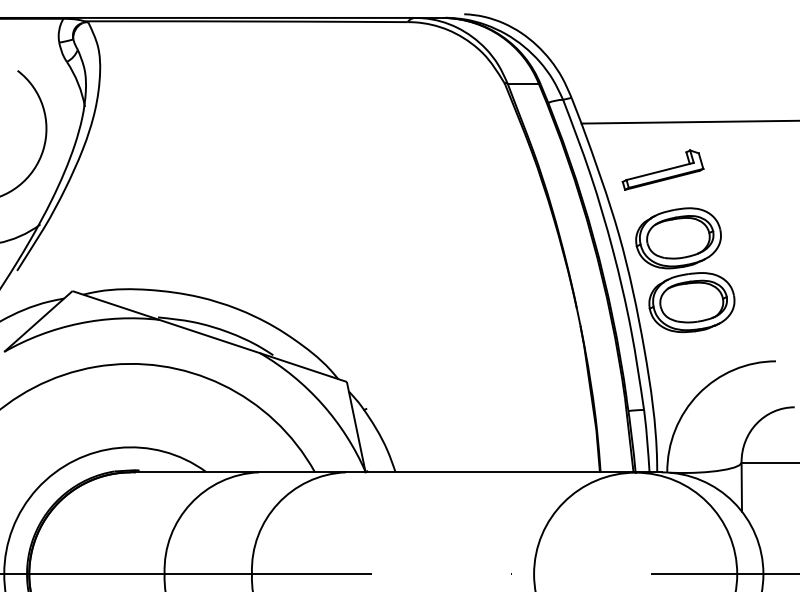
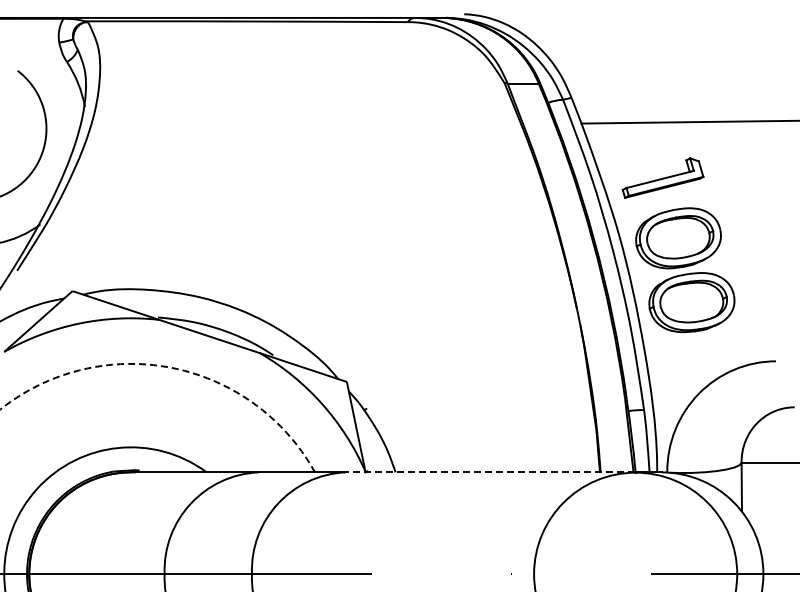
part at (662, 169) position: (662, 169) -> (662, 177)
arc at (169, 367): solid -> dashed
line at (490, 472): solid -> dashed
